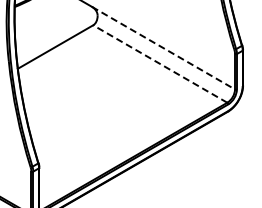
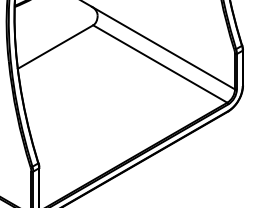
line at (163, 48): dashed -> solid
line at (159, 63): dashed -> solid
